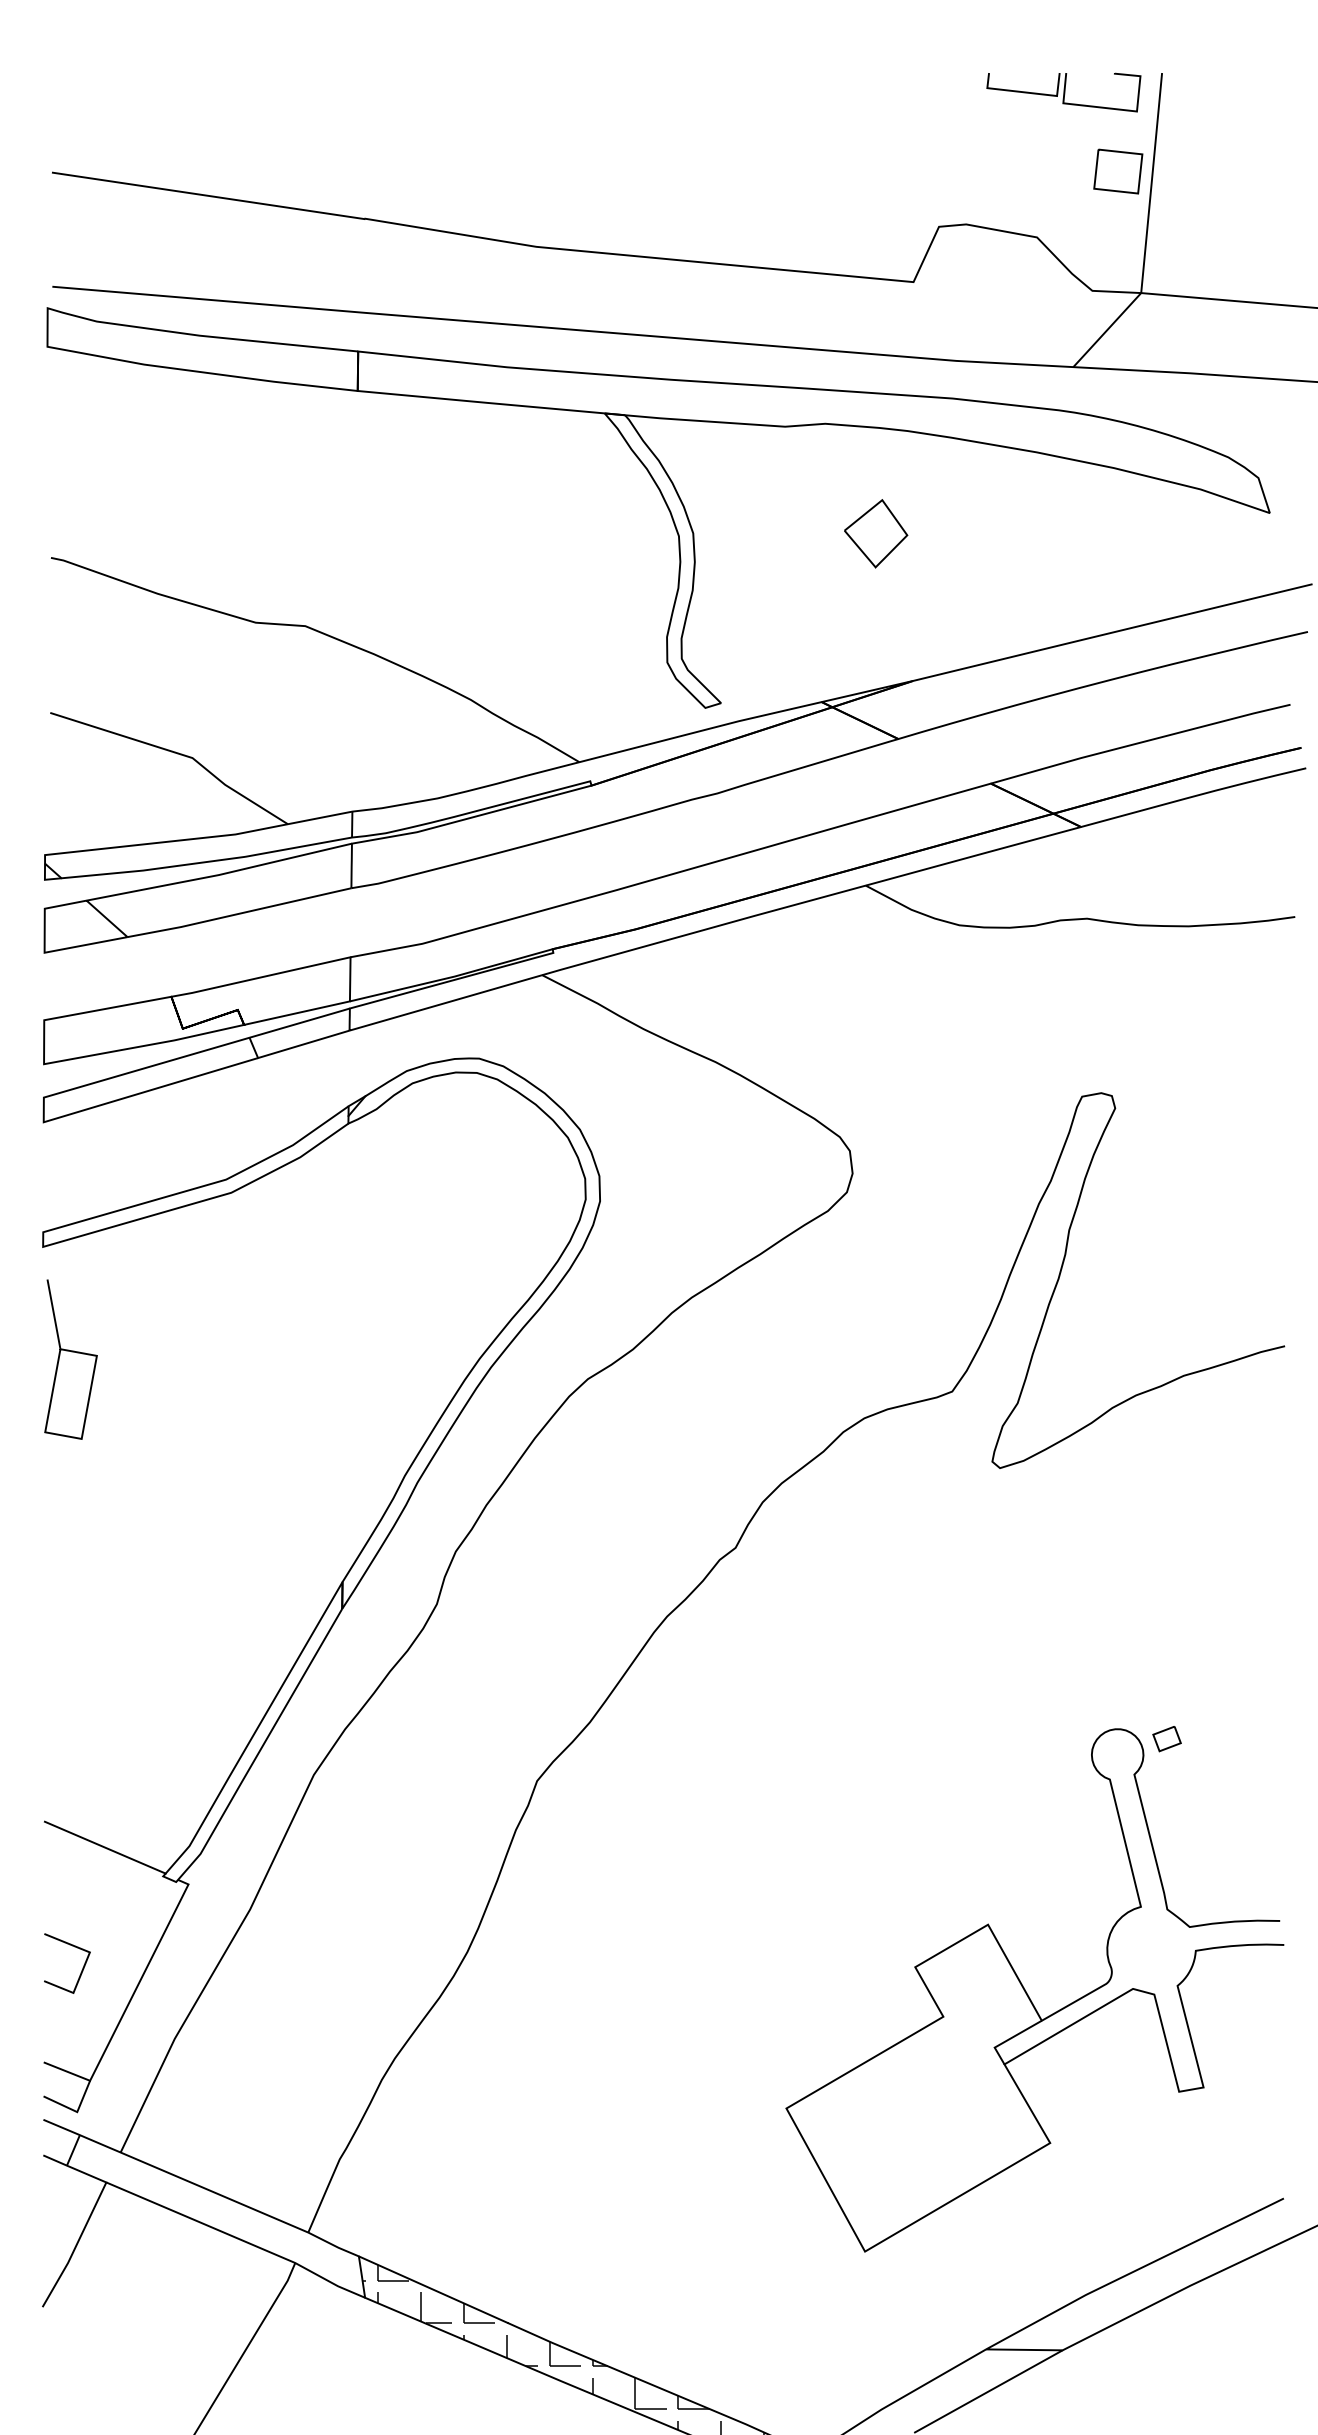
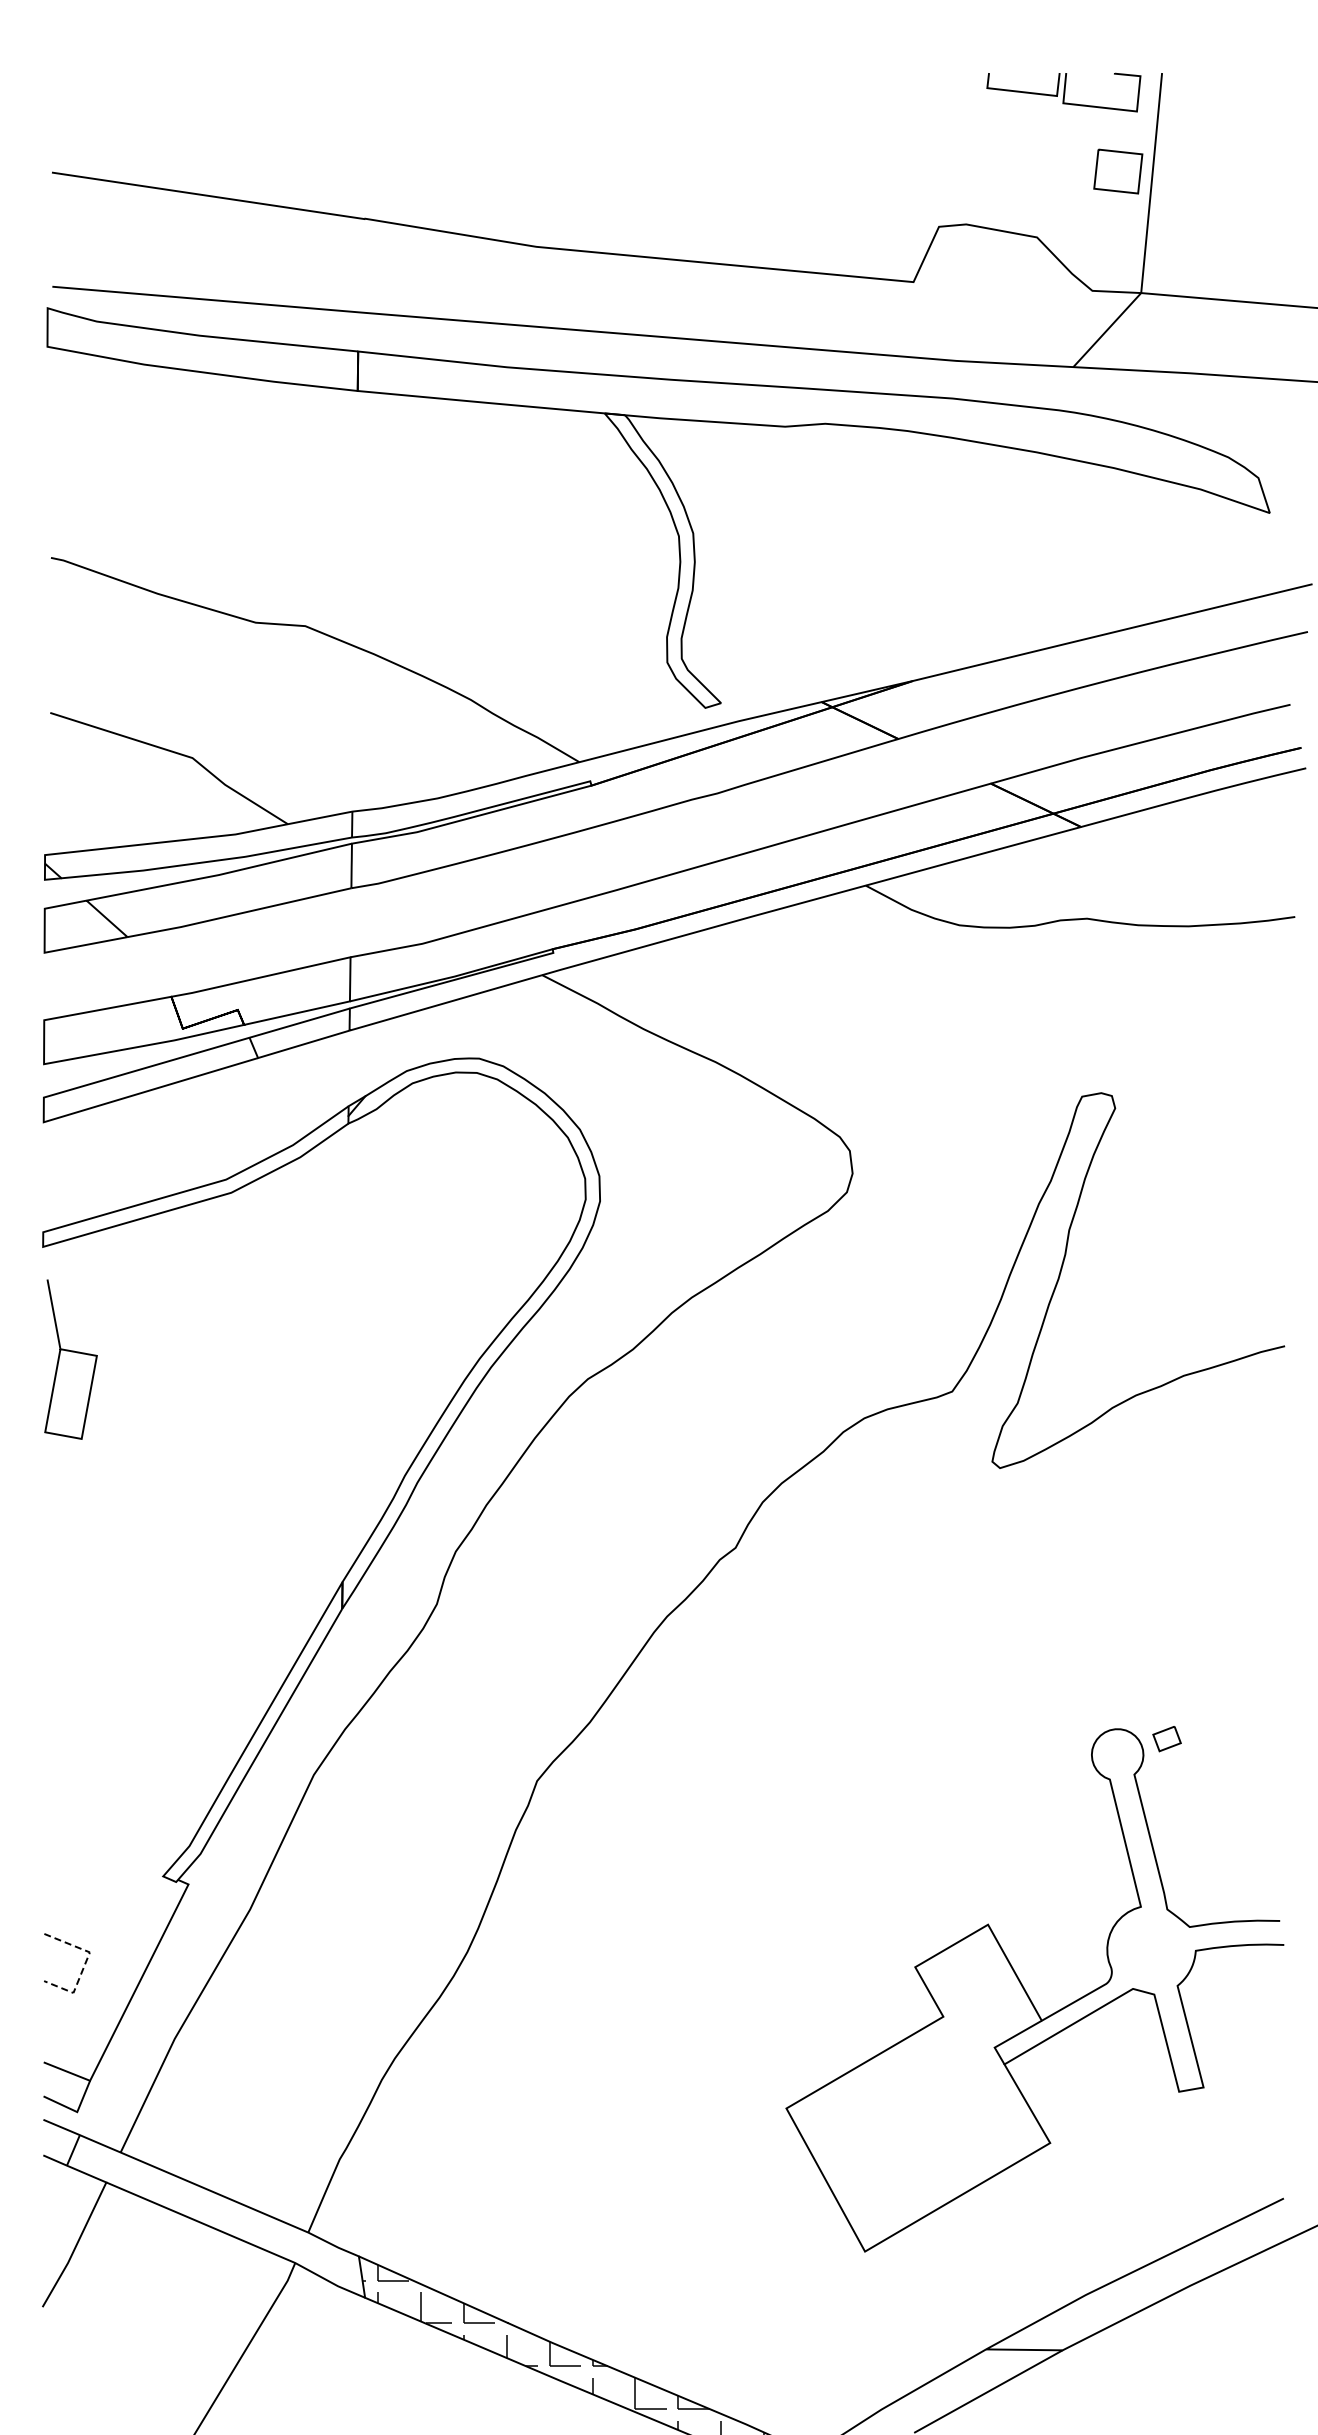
part at (876, 533): present -> none
line at (104, 1847): present -> none
line at (85, 1964): solid -> dashed
